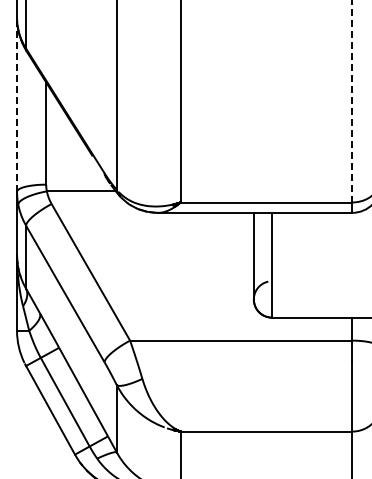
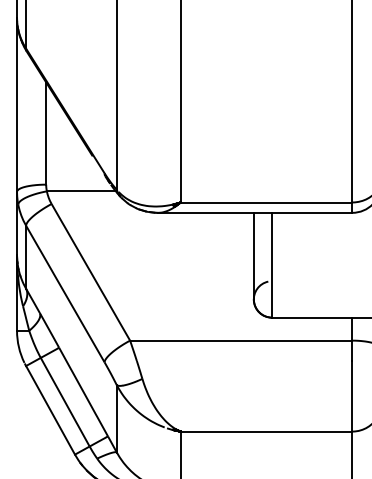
line at (352, 101): dashed -> solid
line at (17, 104): dashed -> solid
